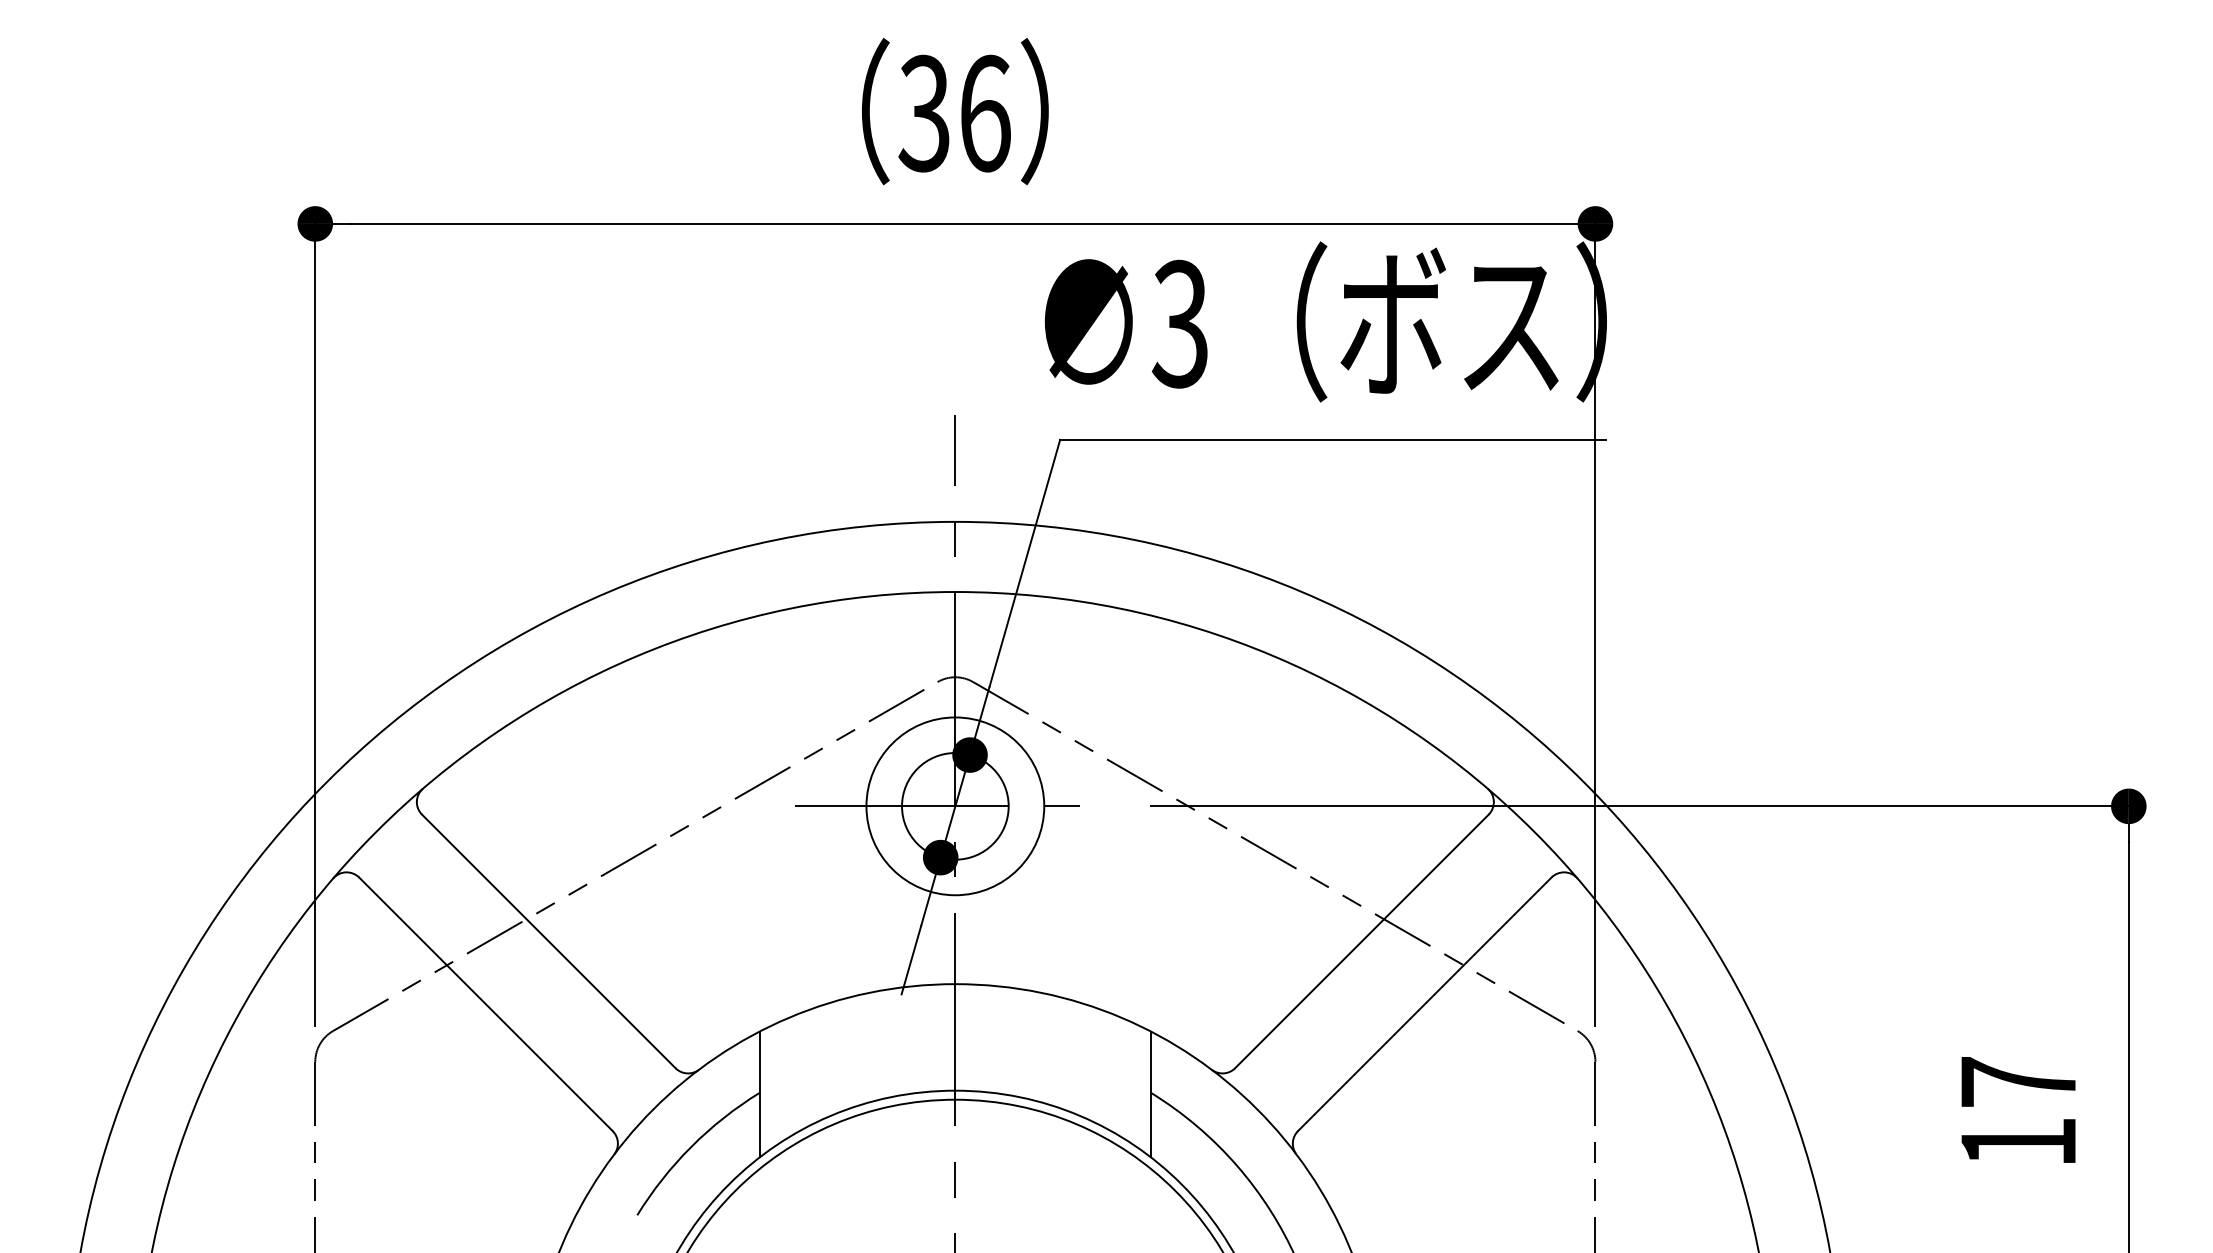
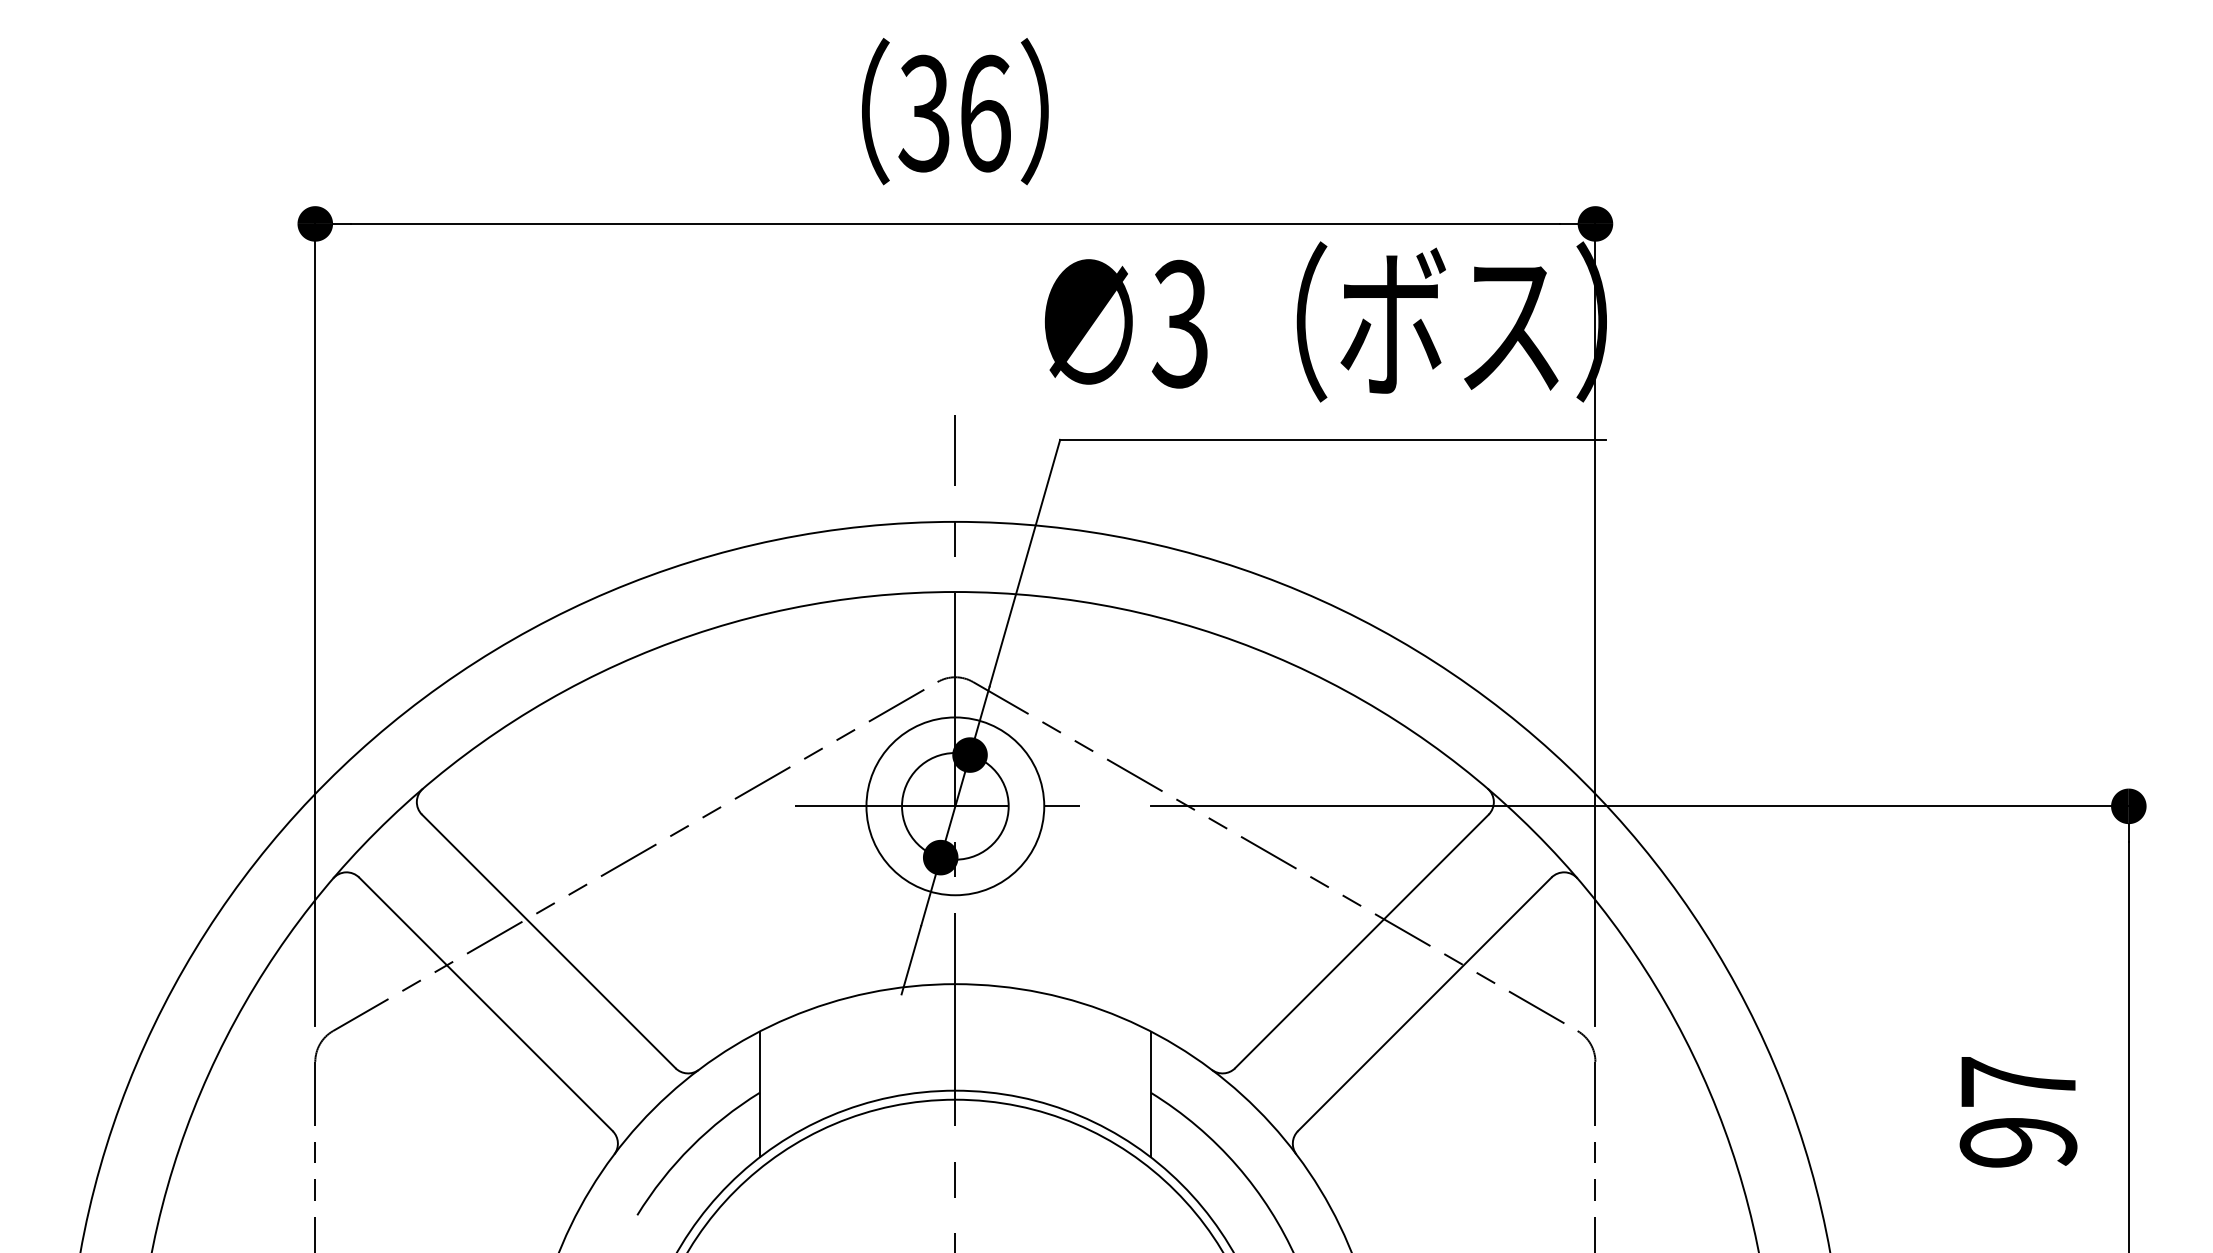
text at (2018, 1142): 17 -> 97
